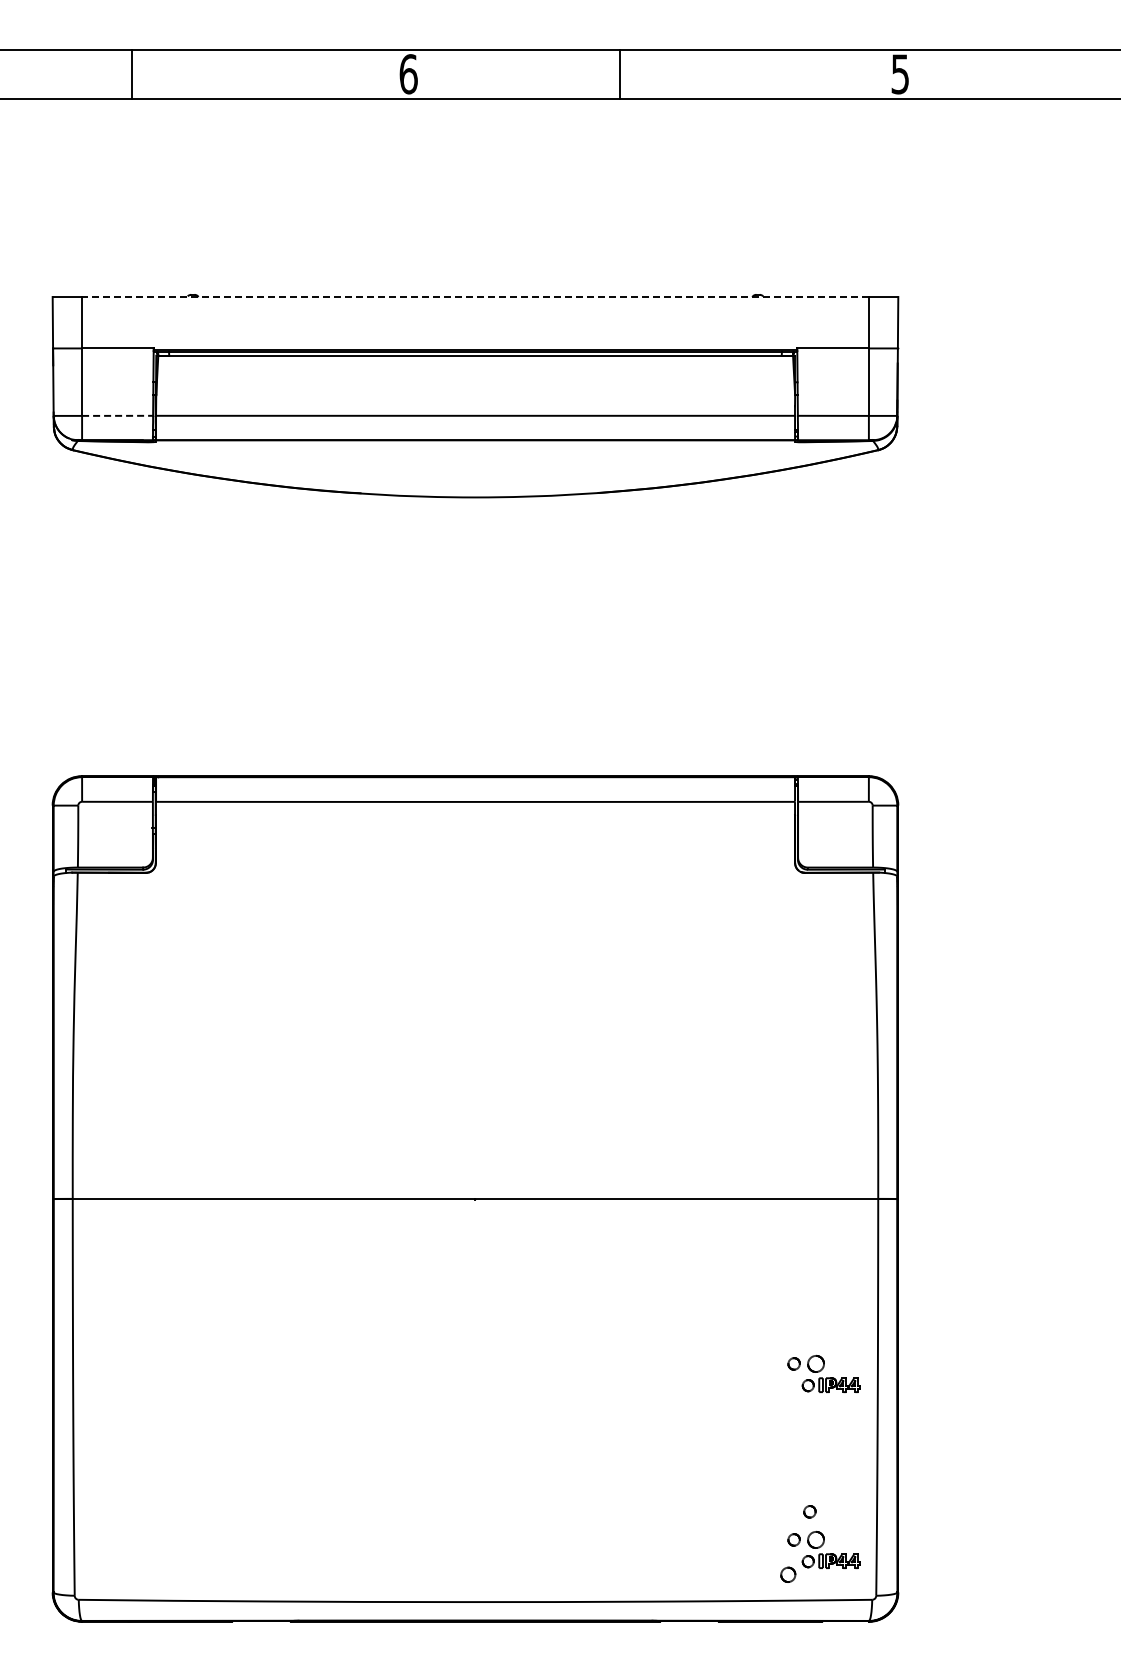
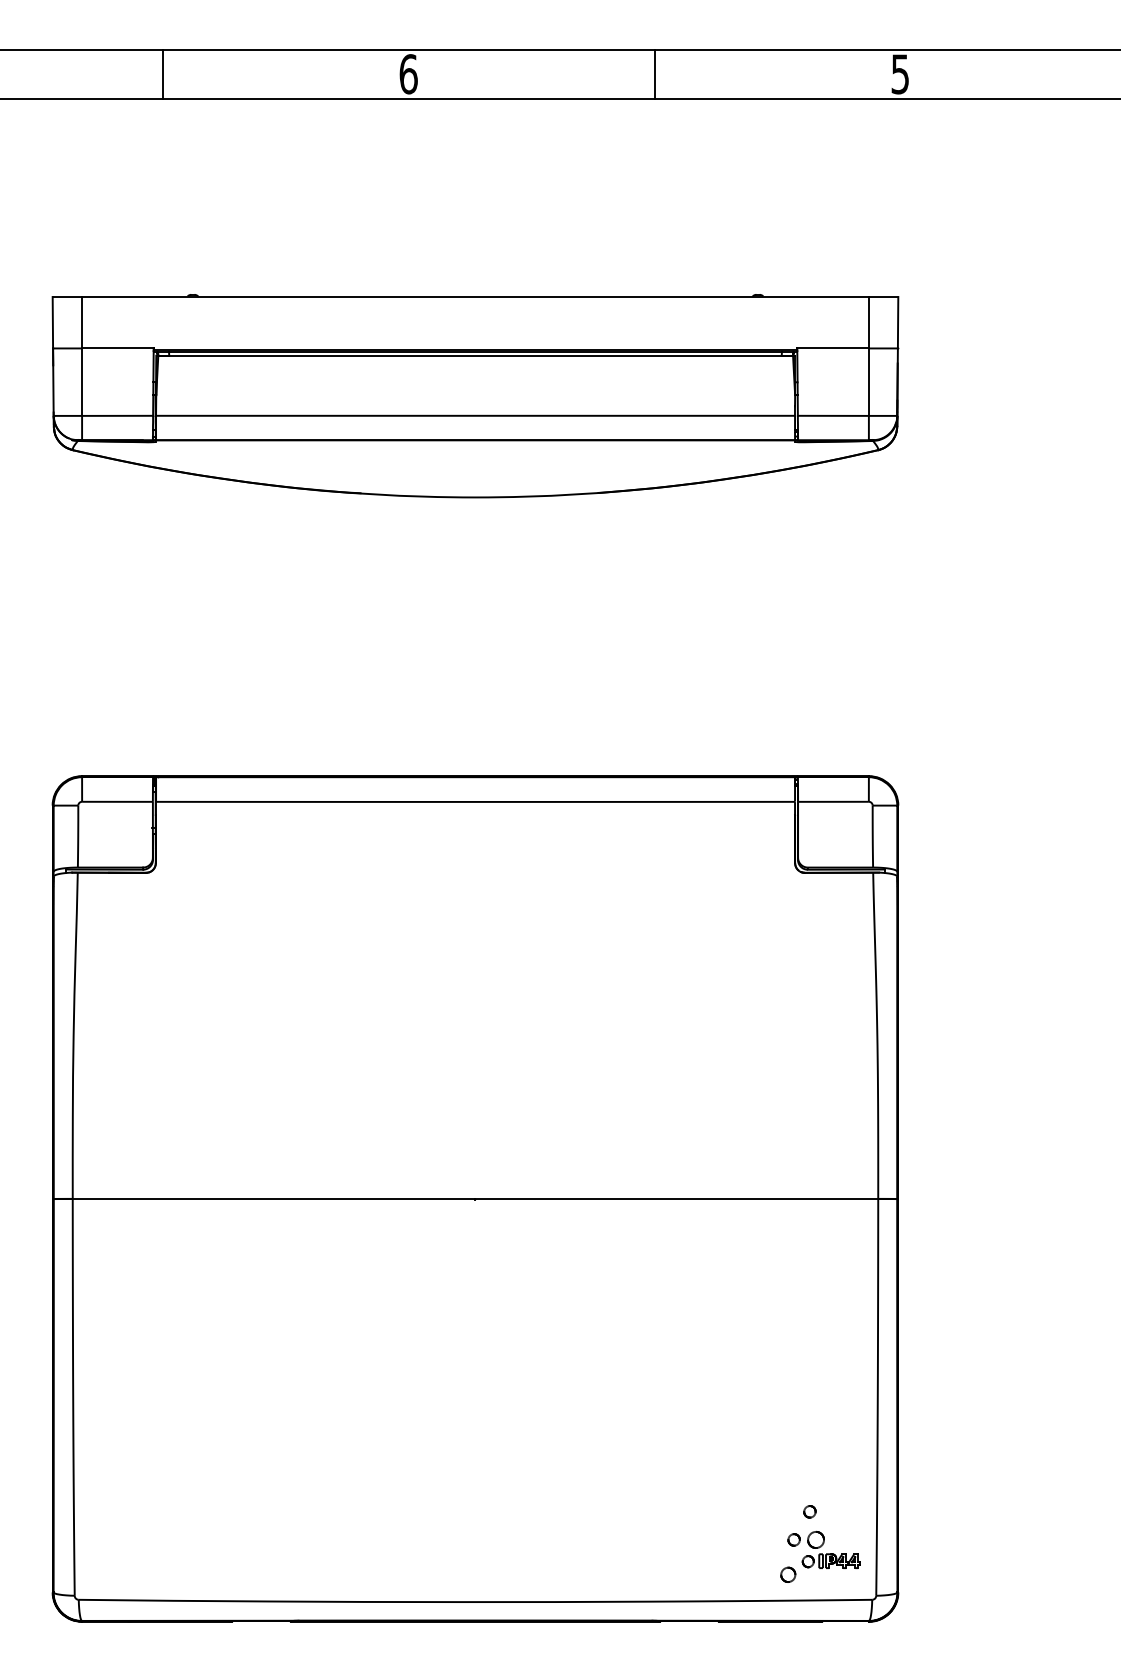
line at (132, 74) position: (132, 74) -> (163, 74)
line at (619, 74) position: (619, 74) -> (654, 74)
line at (474, 297): dashed -> solid
line at (117, 415): dashed -> solid
part at (823, 1373): present -> none
